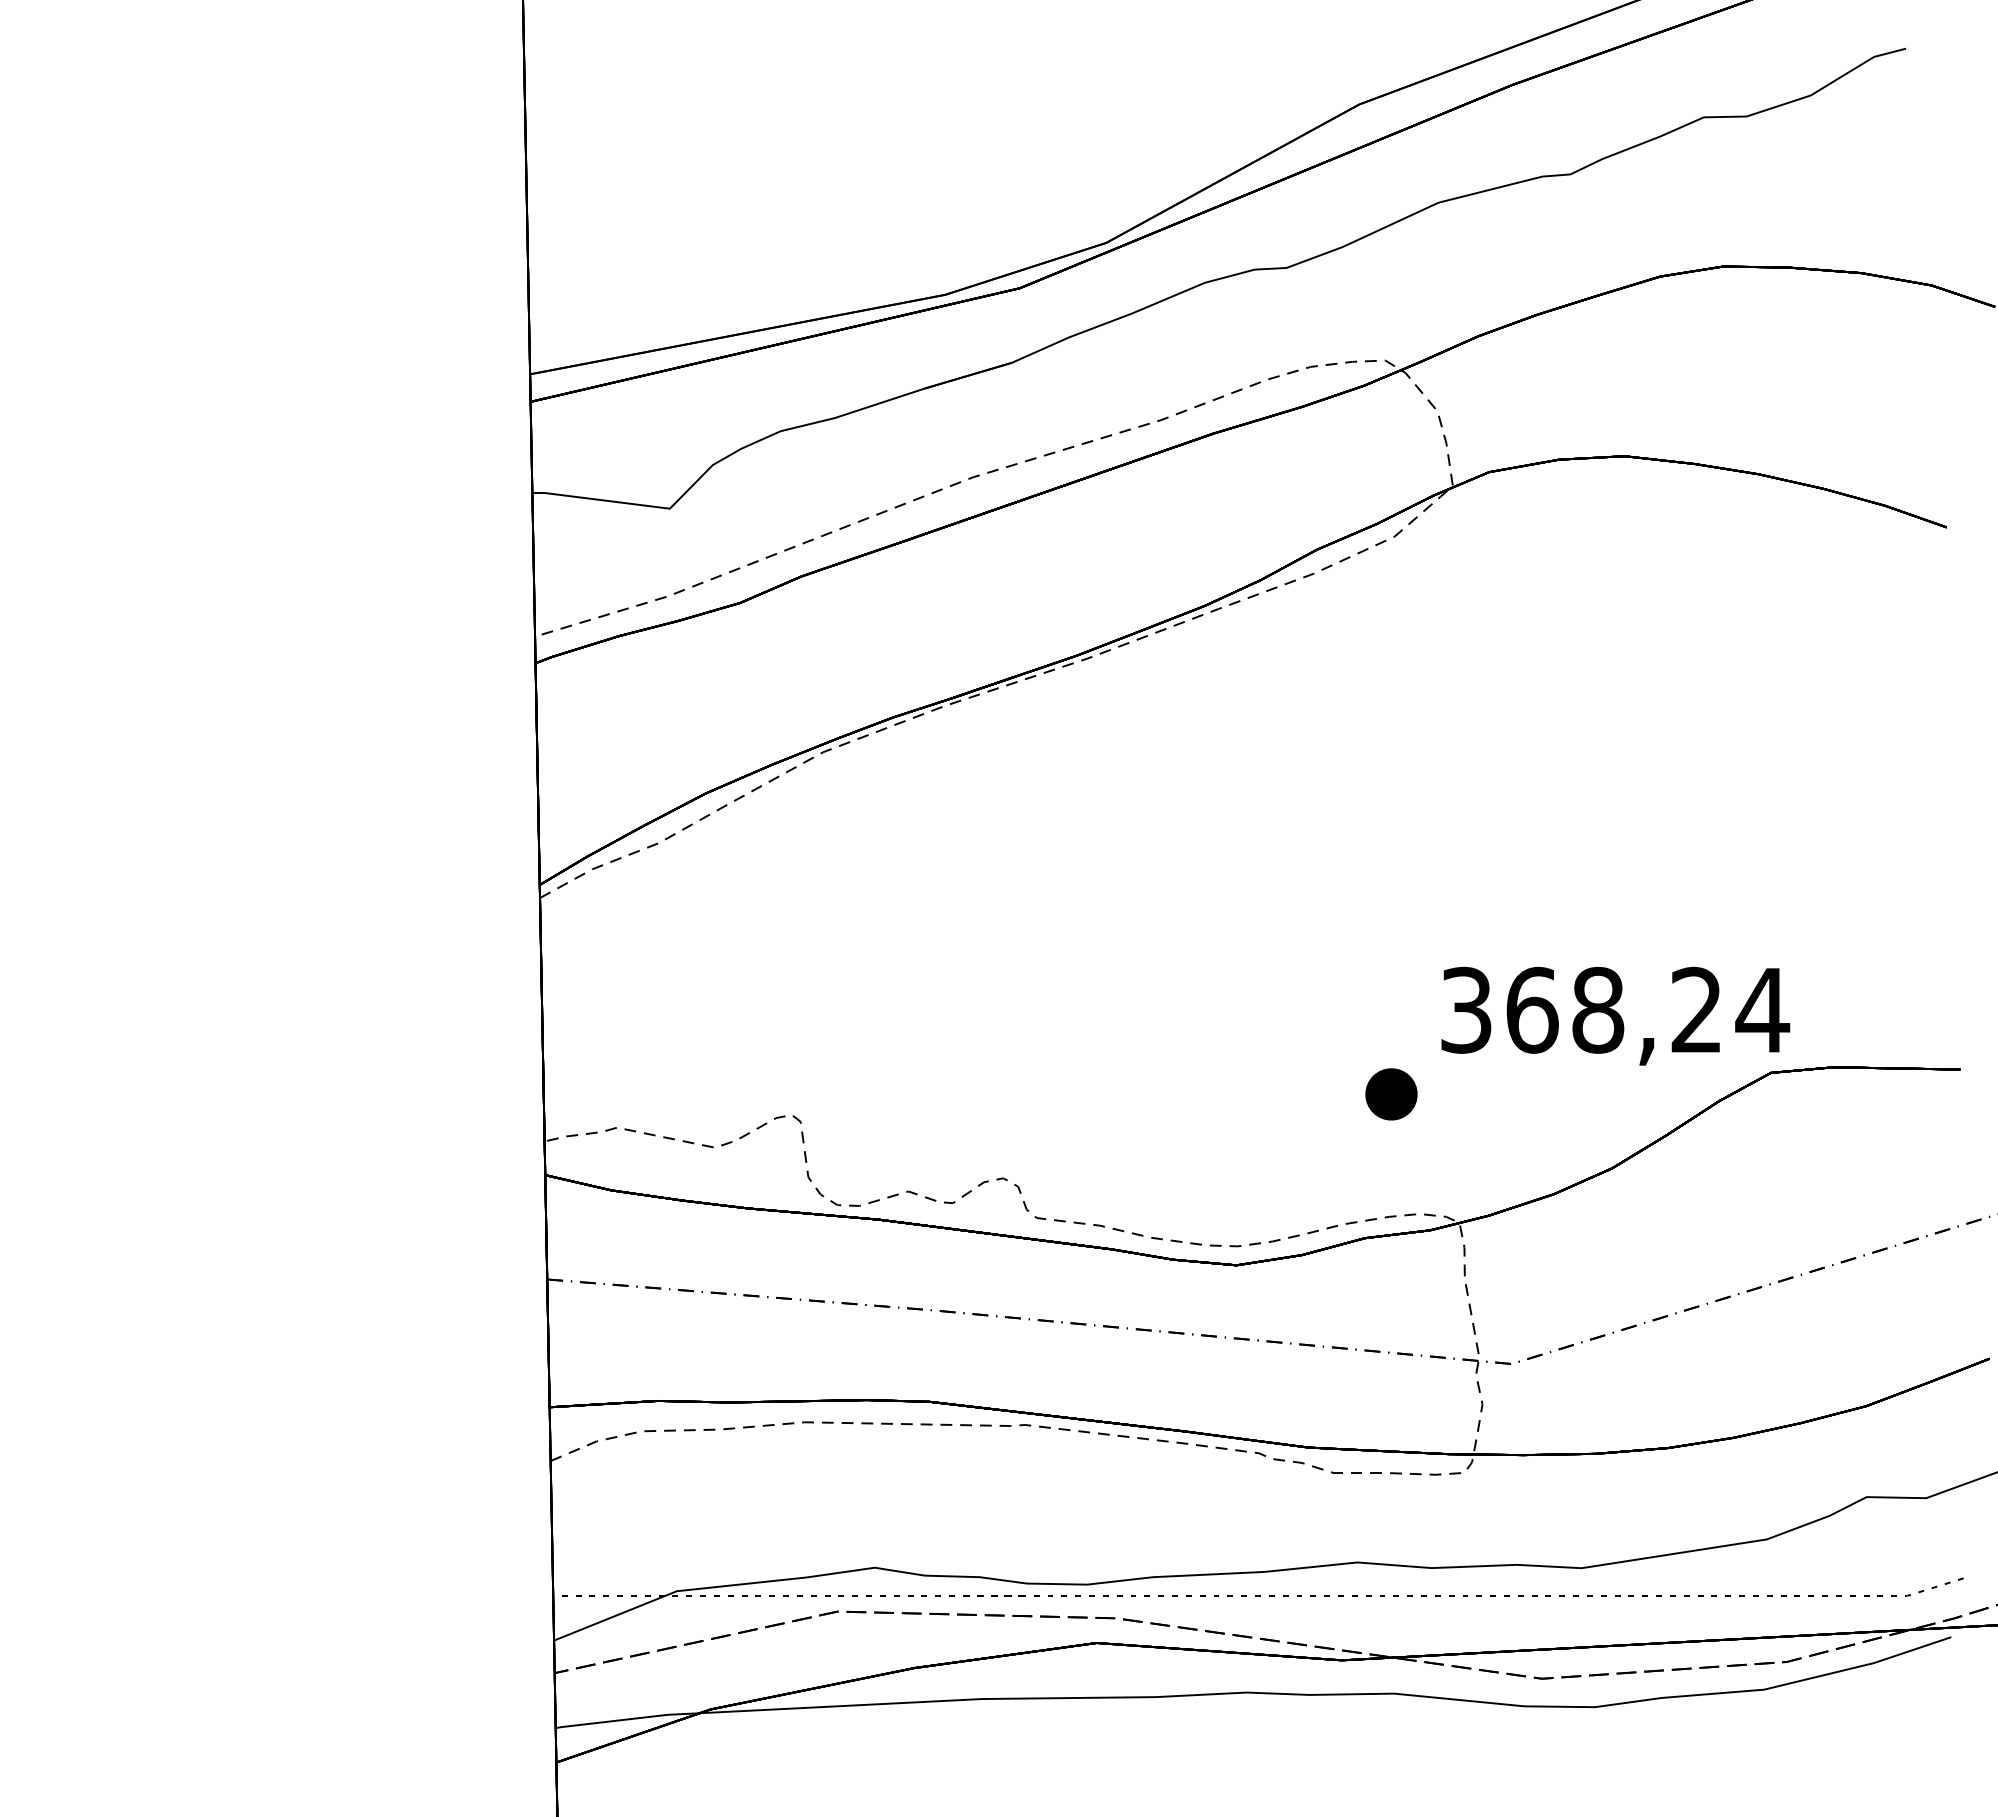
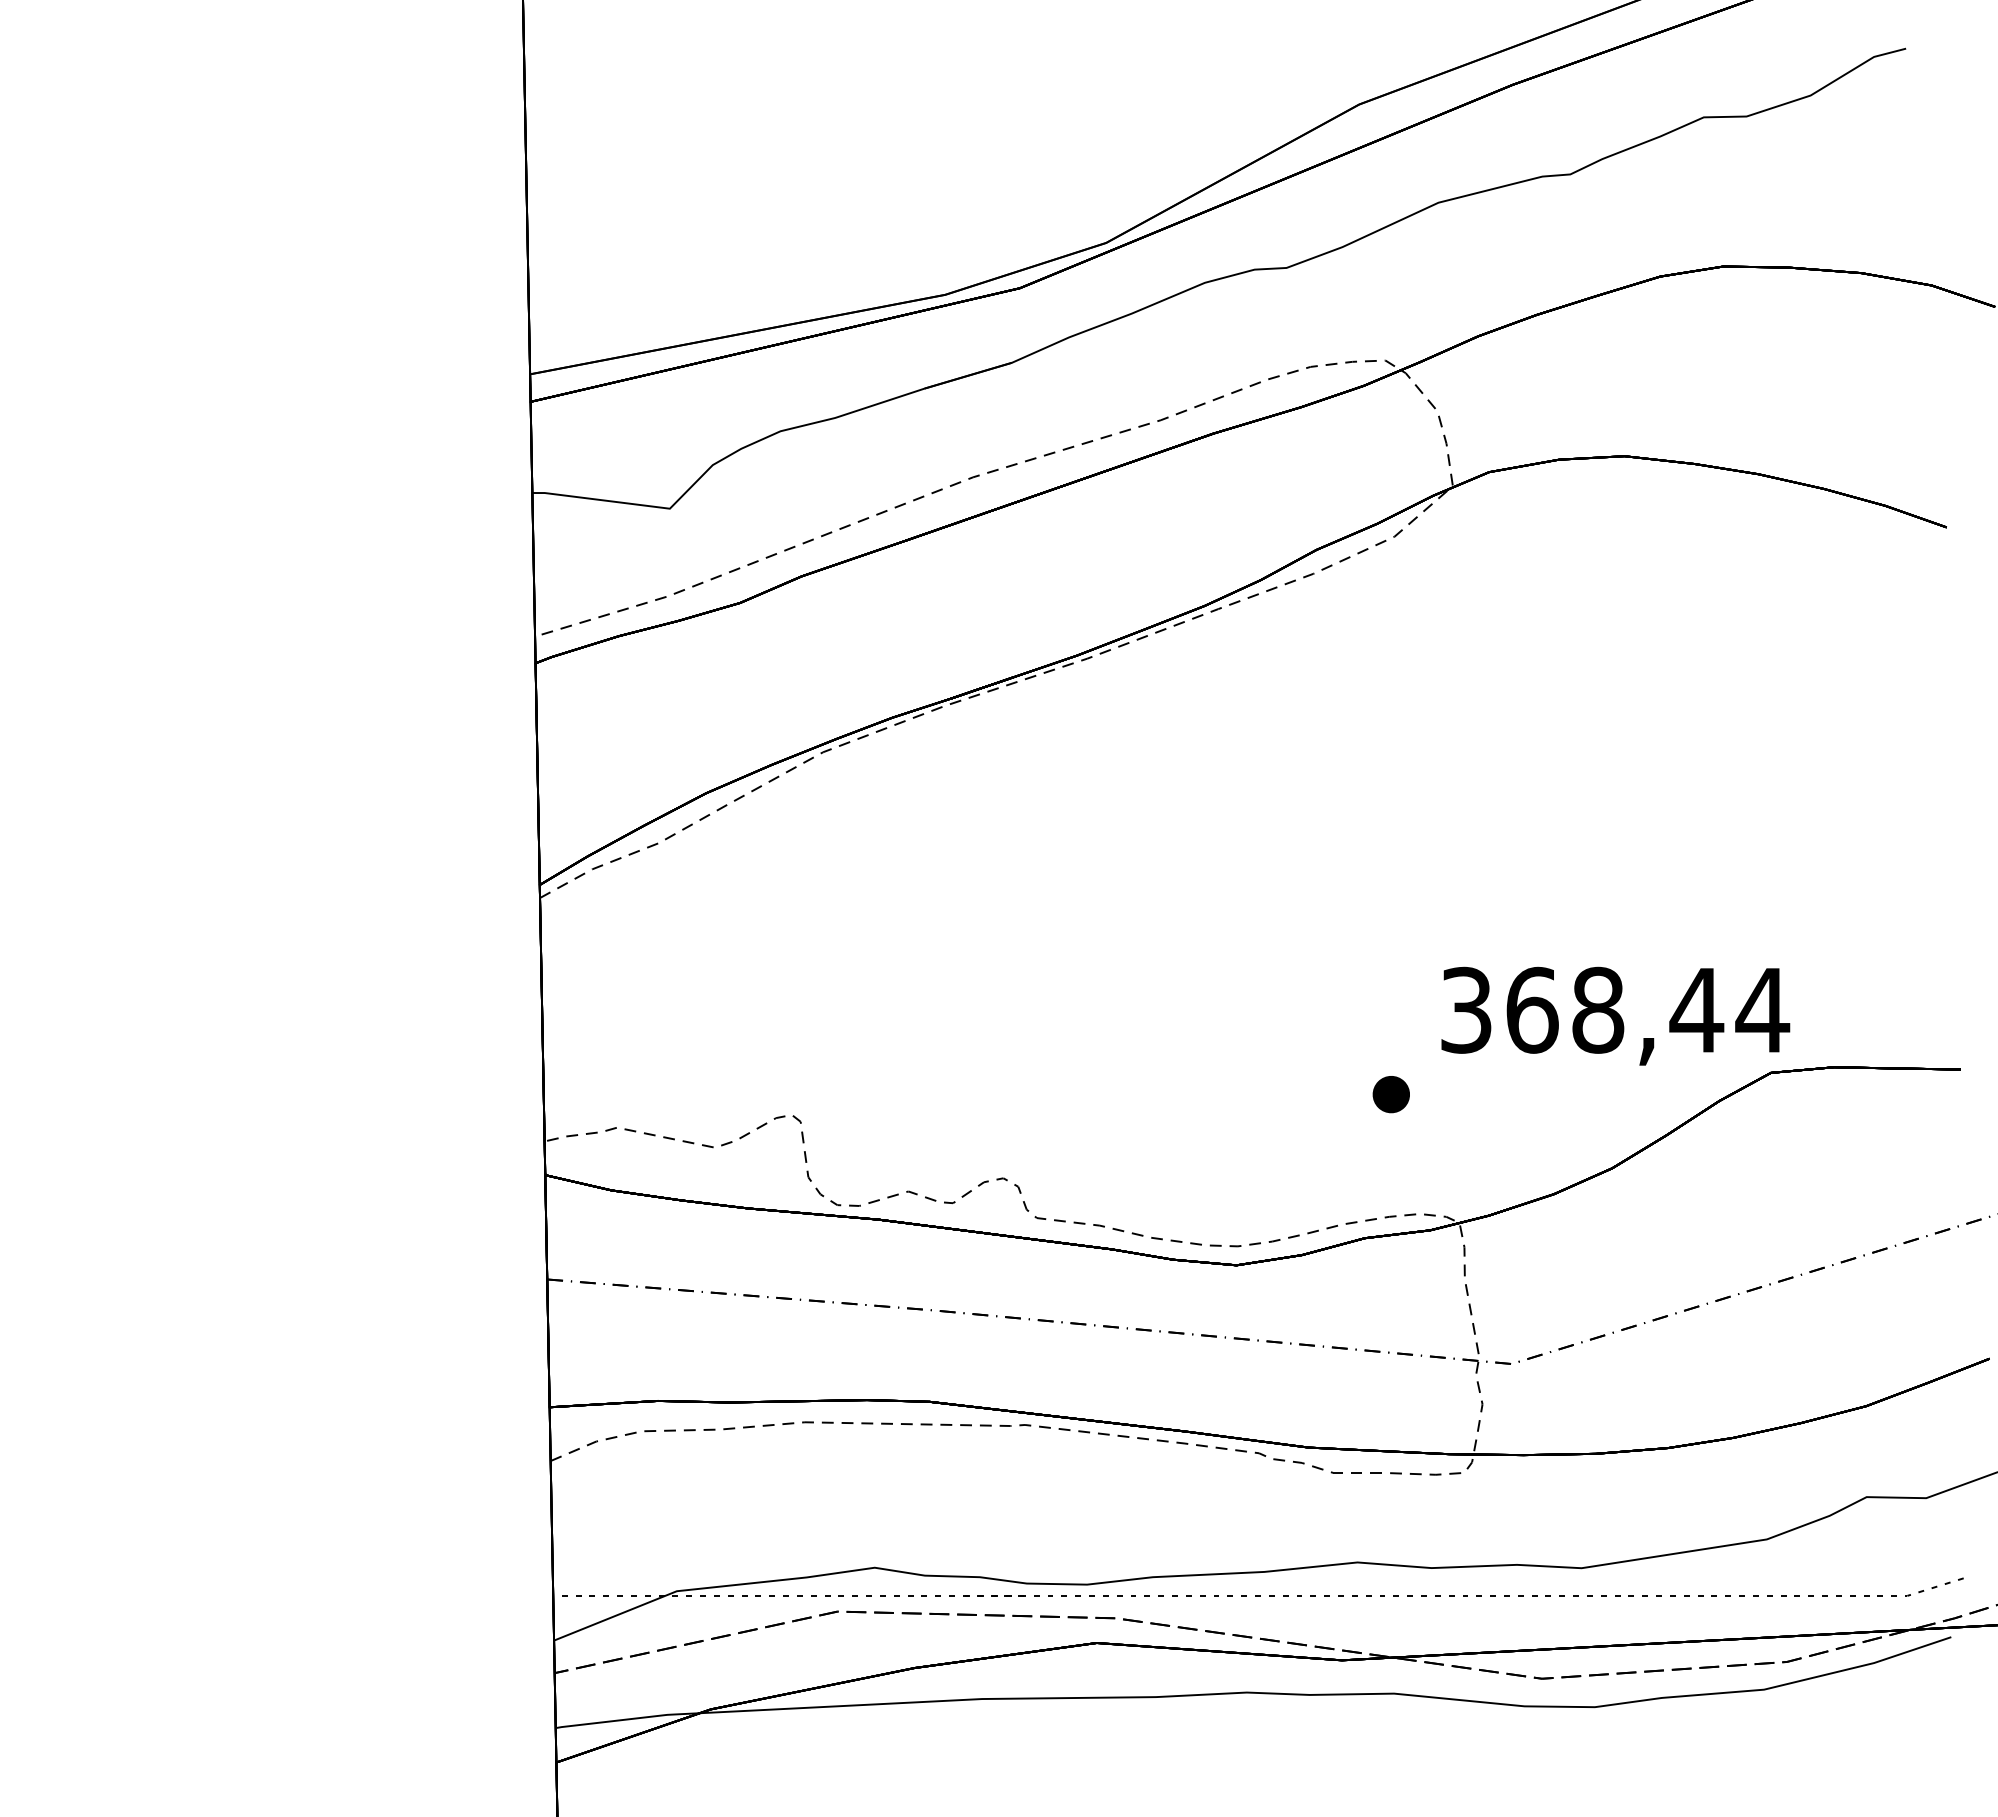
text at (1696, 1009): 368,24 -> 368,44
part at (1391, 1094) size: 53x53 px -> 38x38 px
